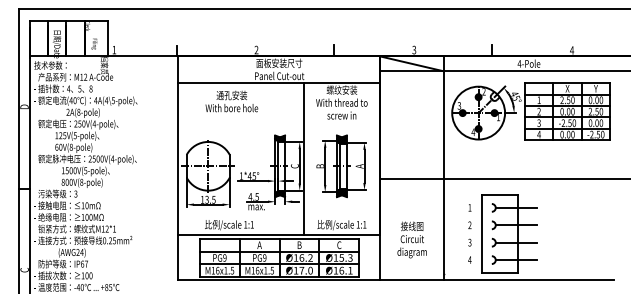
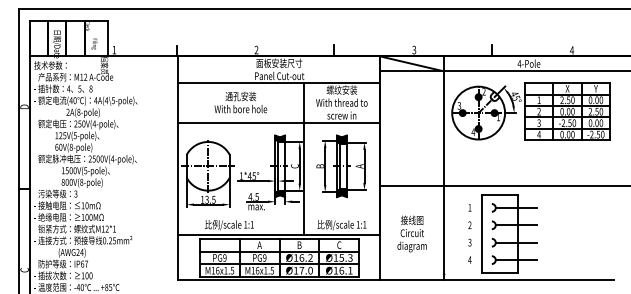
text at (231, 101) position: (231, 101) -> (240, 102)
line at (279, 122): none -> present
line at (503, 179) position: (503, 179) -> (503, 186)
text at (411, 239) position: (411, 239) -> (411, 233)
